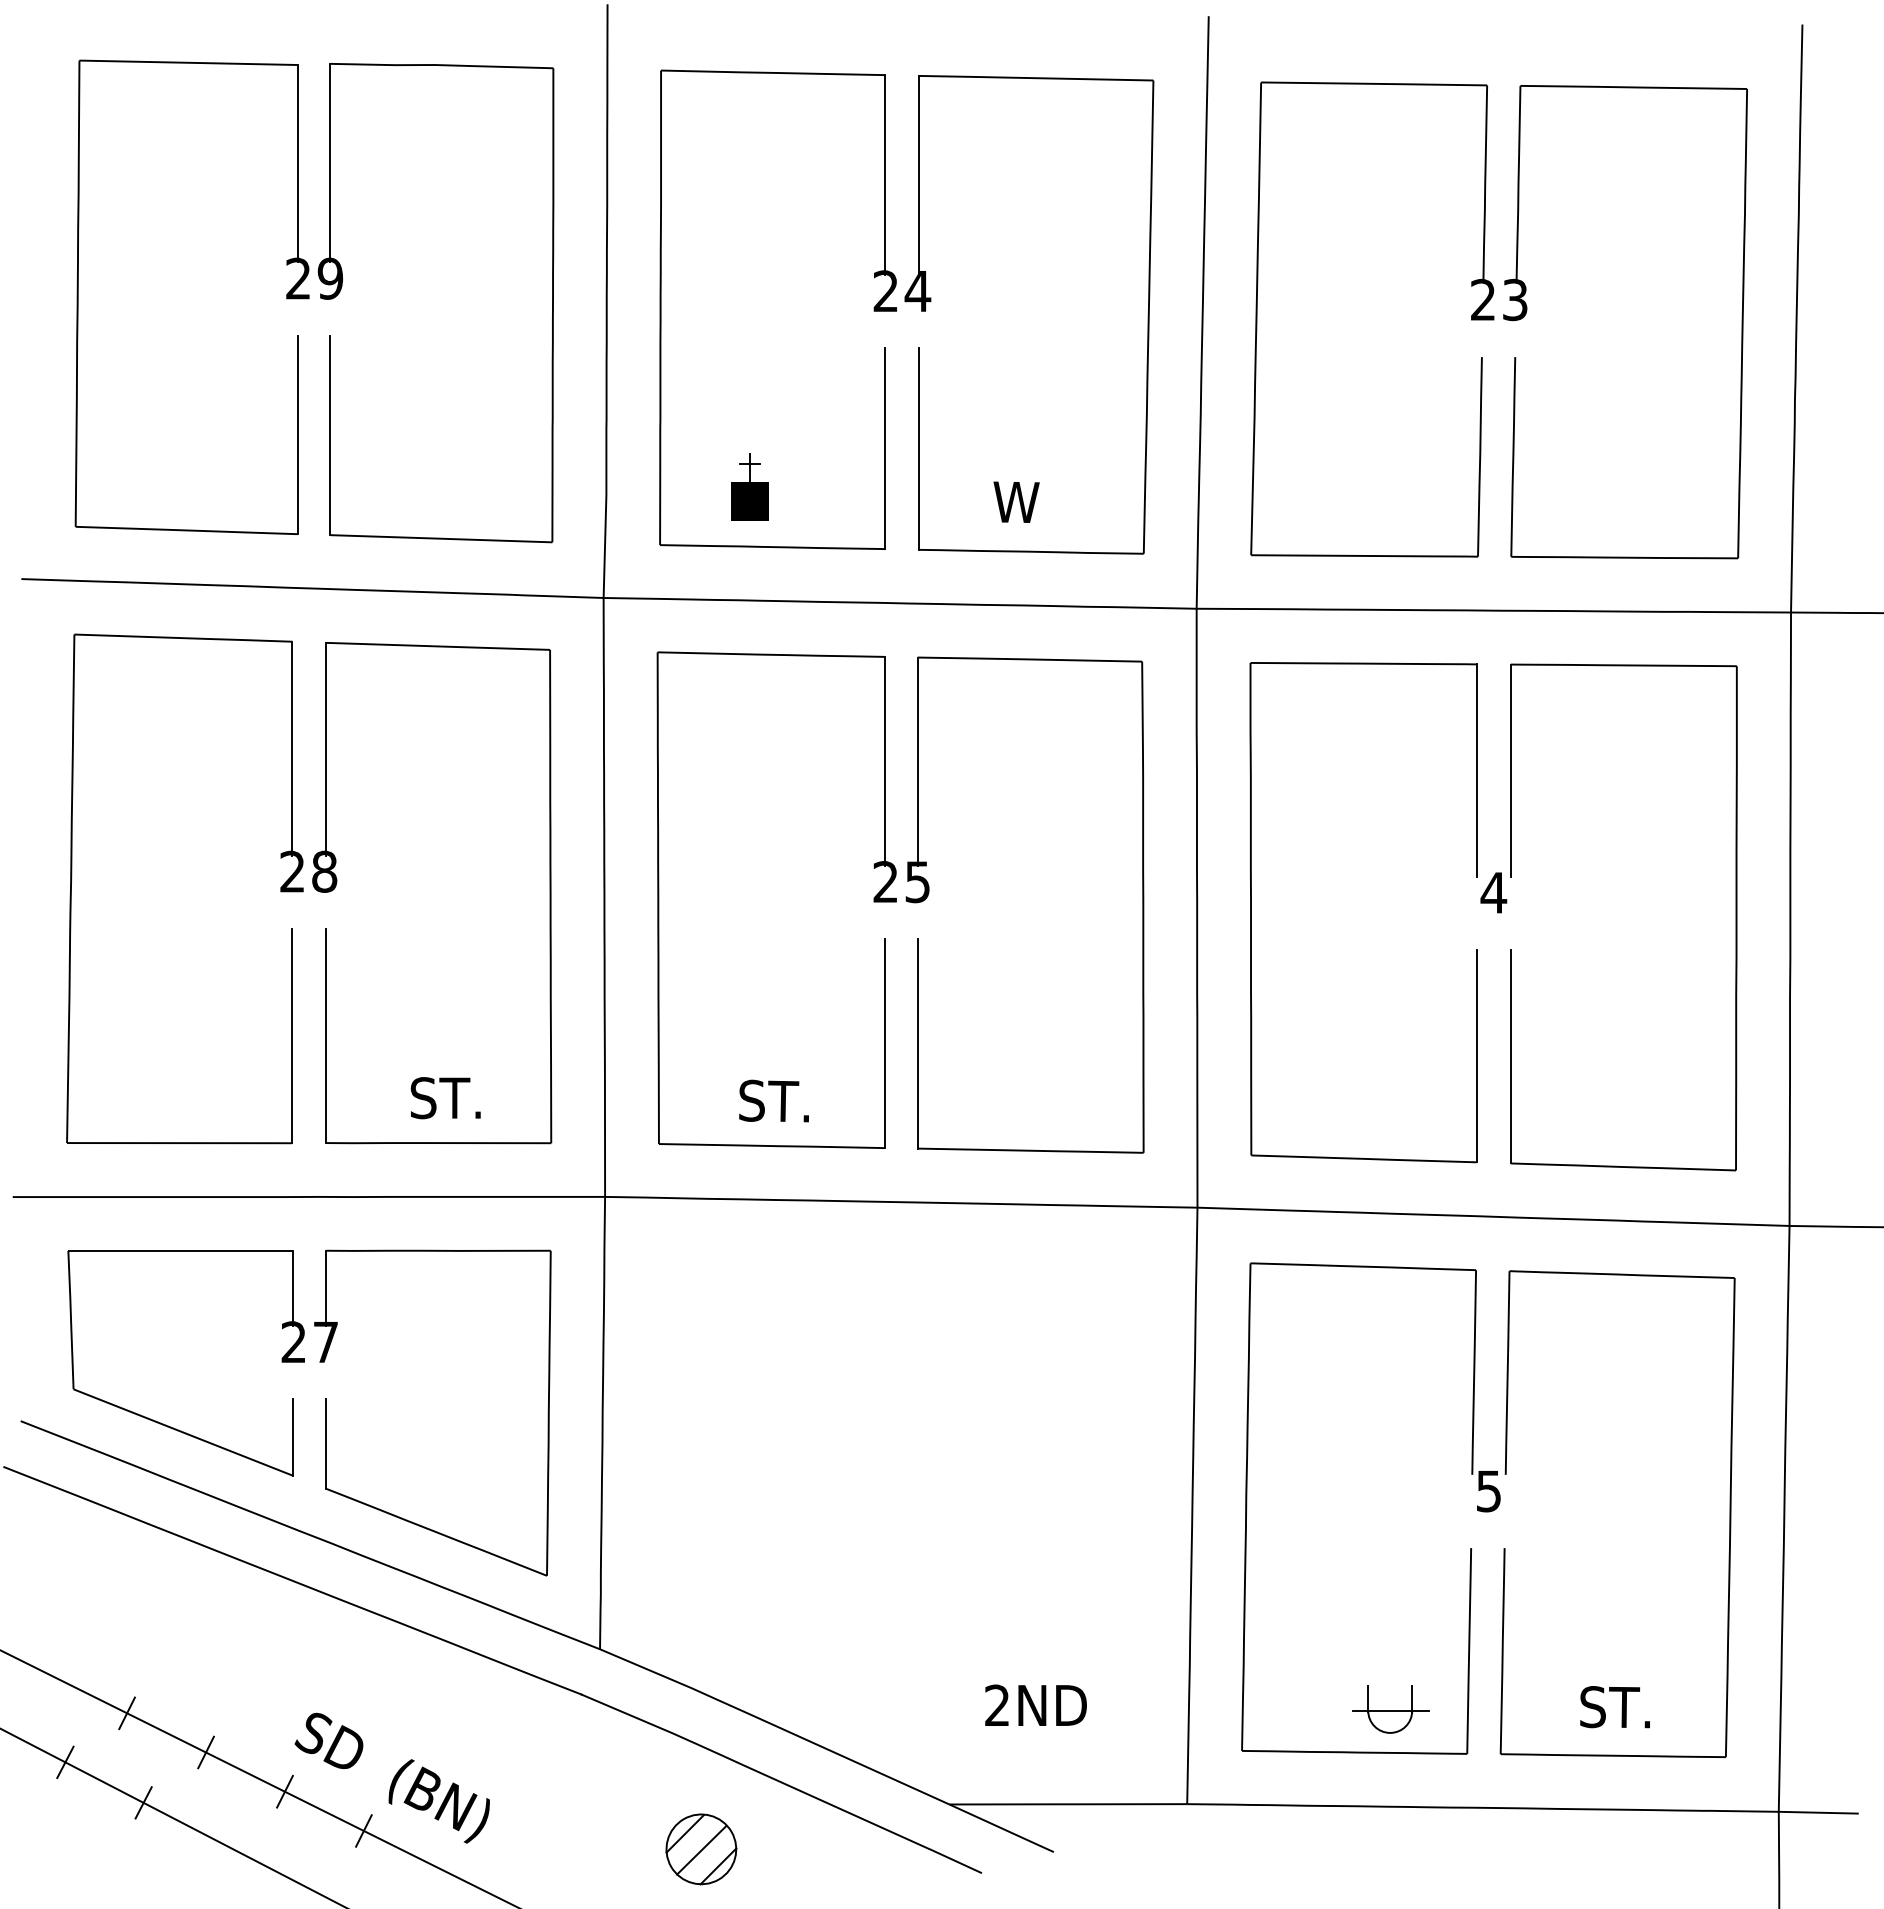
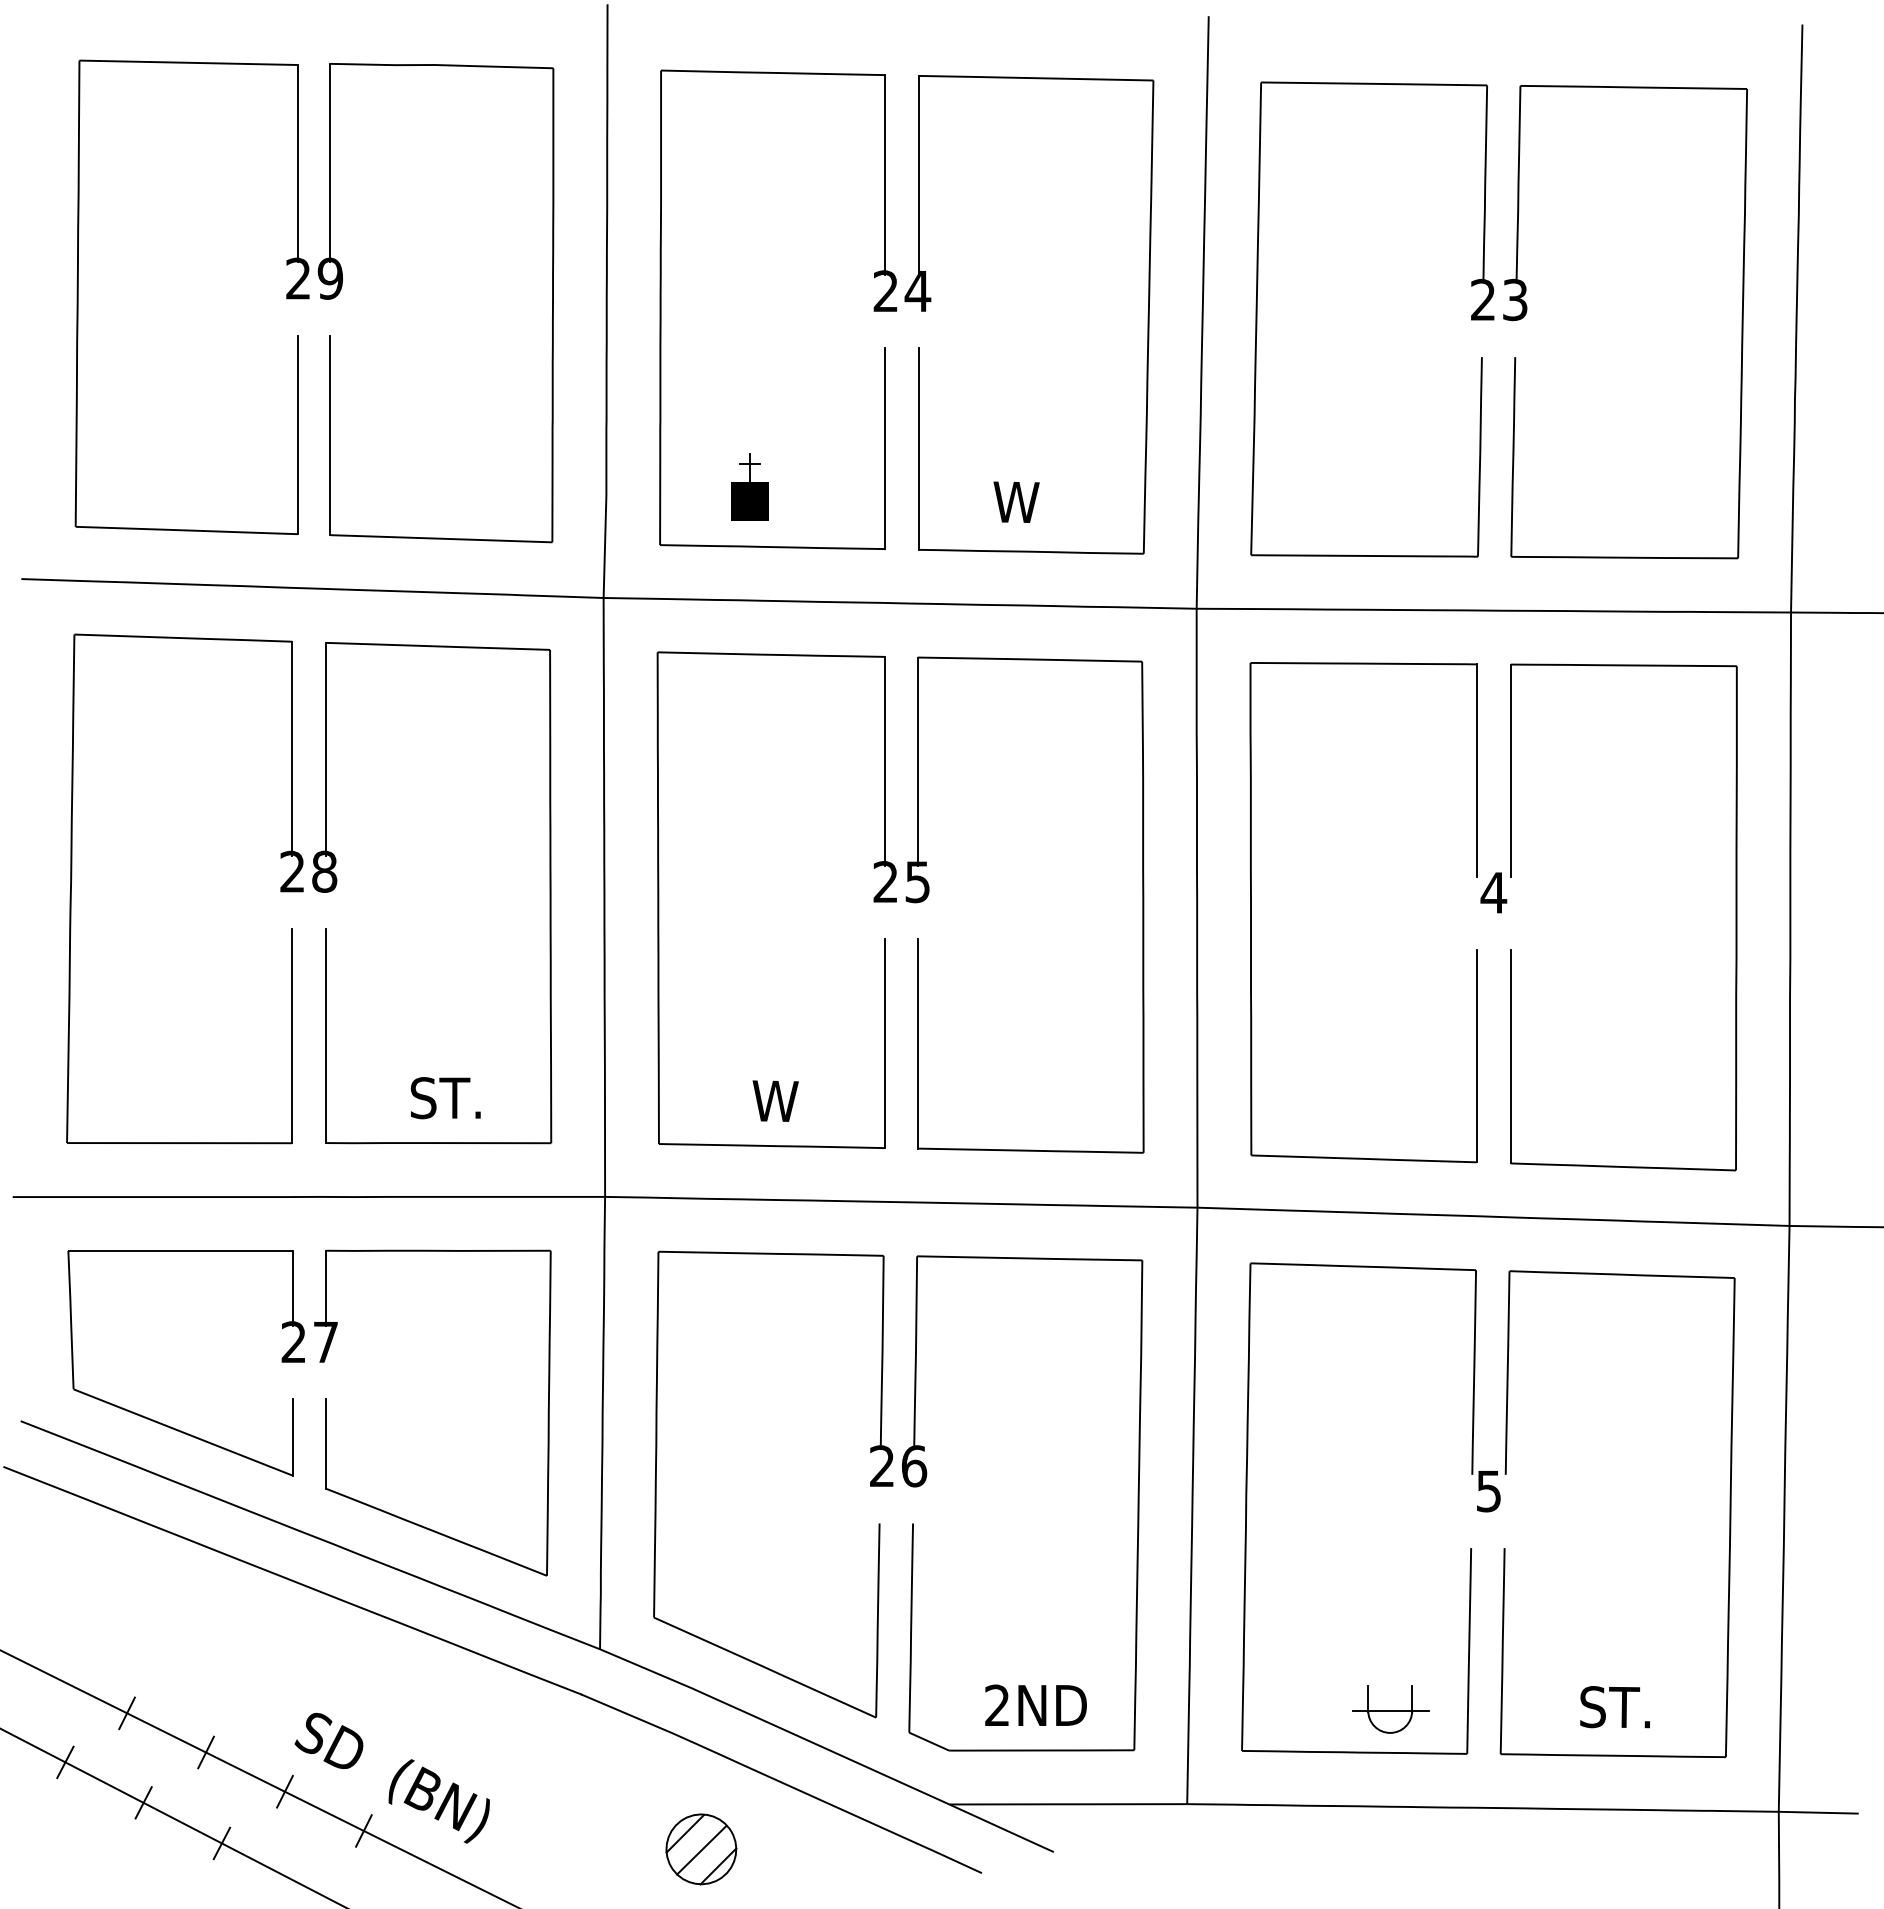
text at (773, 1100): ST. -> W
part at (893, 1486): none -> present
line at (221, 1843): none -> present
